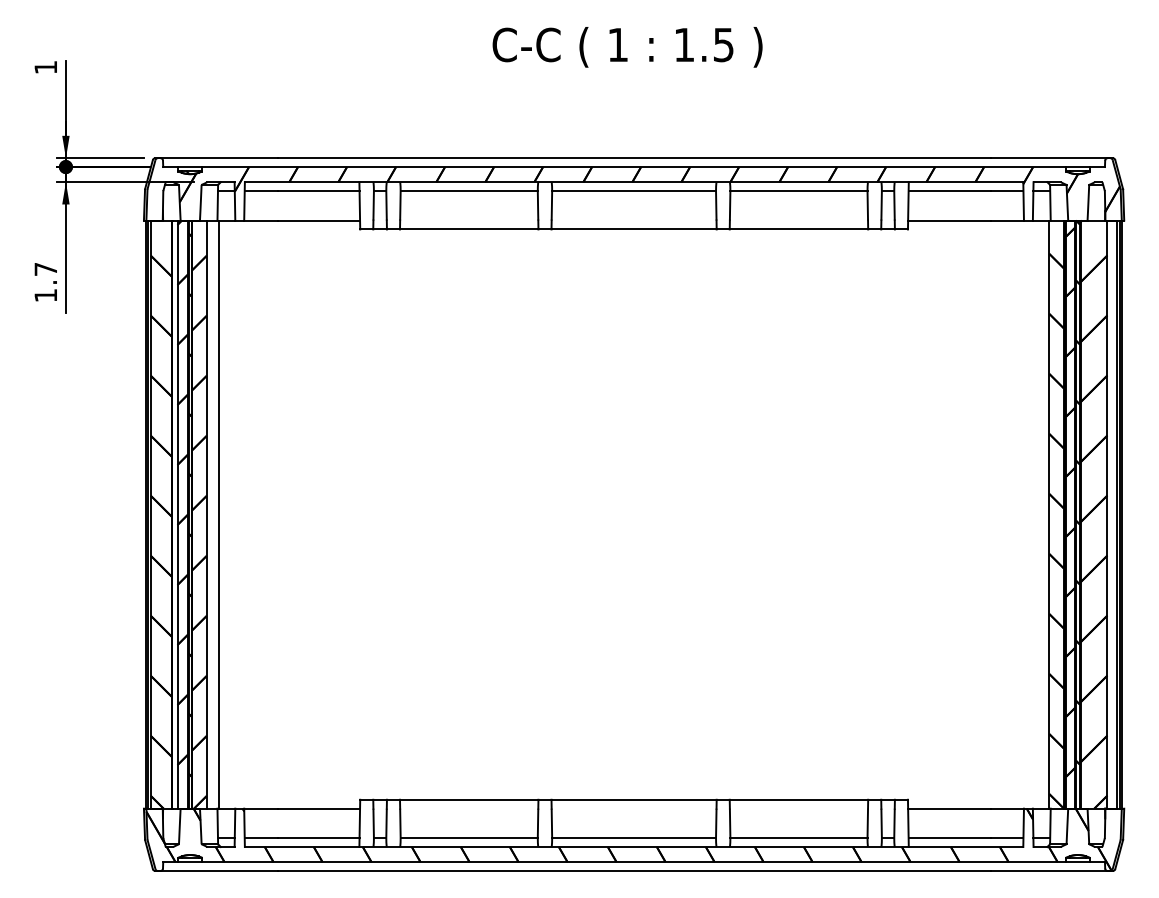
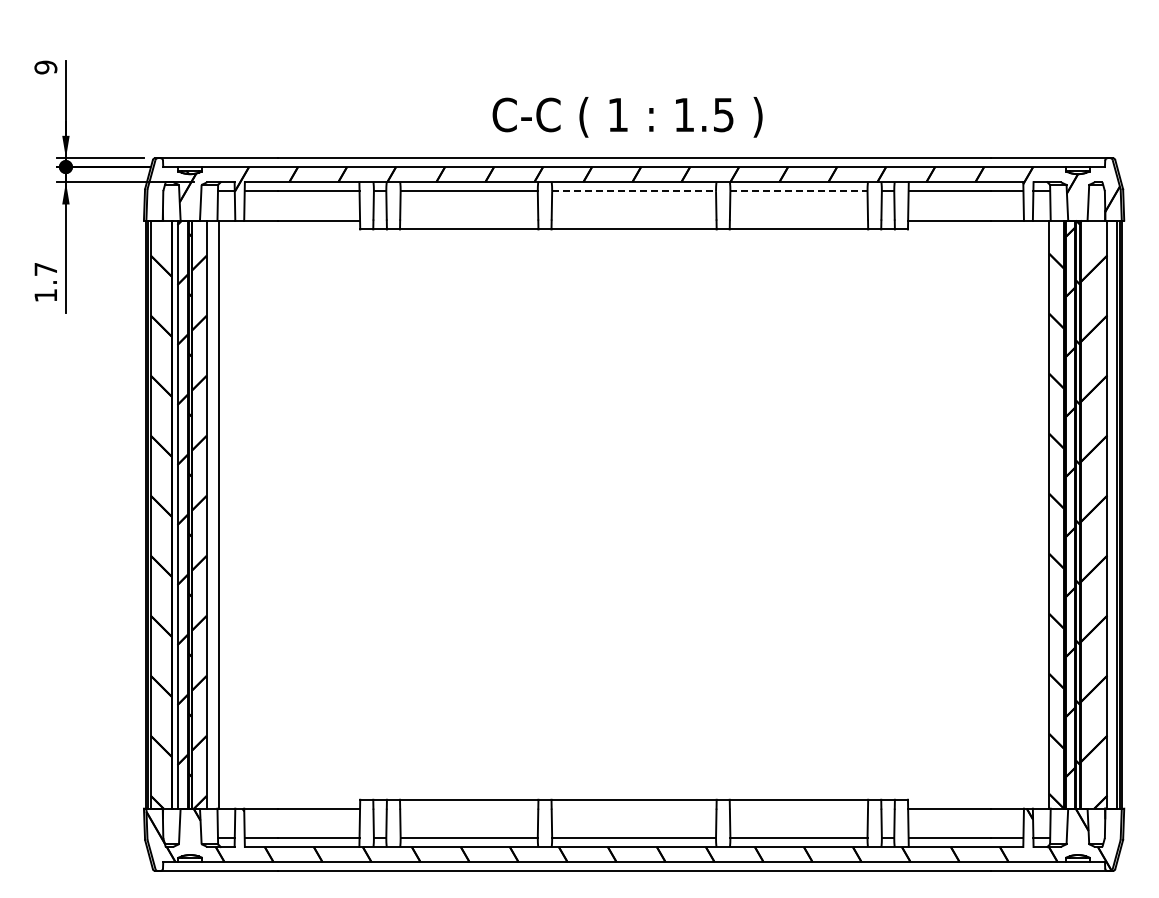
text at (627, 47) position: (627, 47) -> (627, 117)
text at (45, 67): 1 -> 9
line at (634, 191): solid -> dashed
line at (798, 191): solid -> dashed
